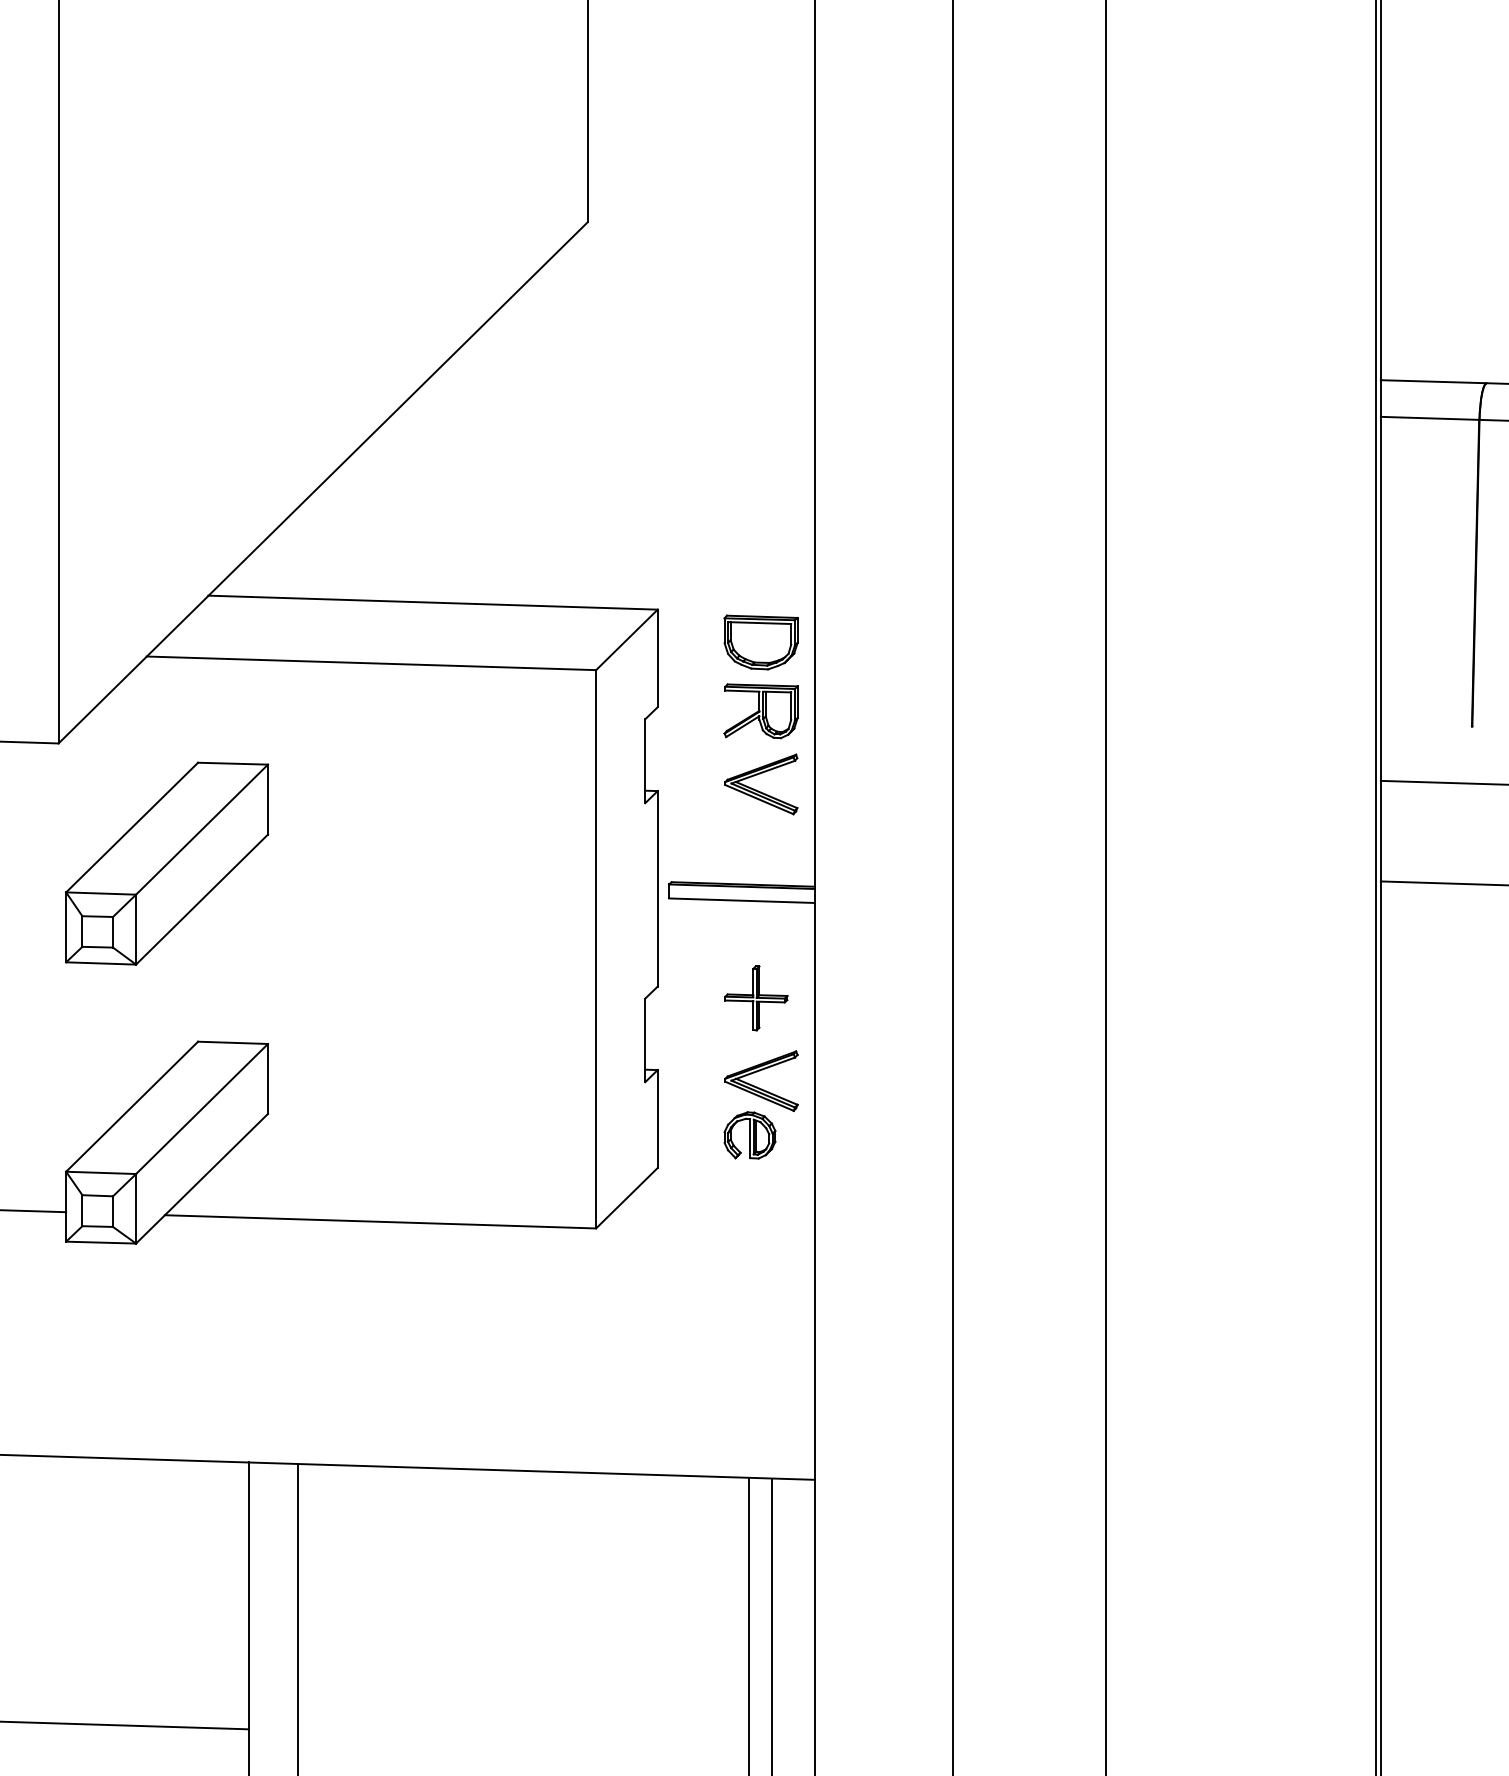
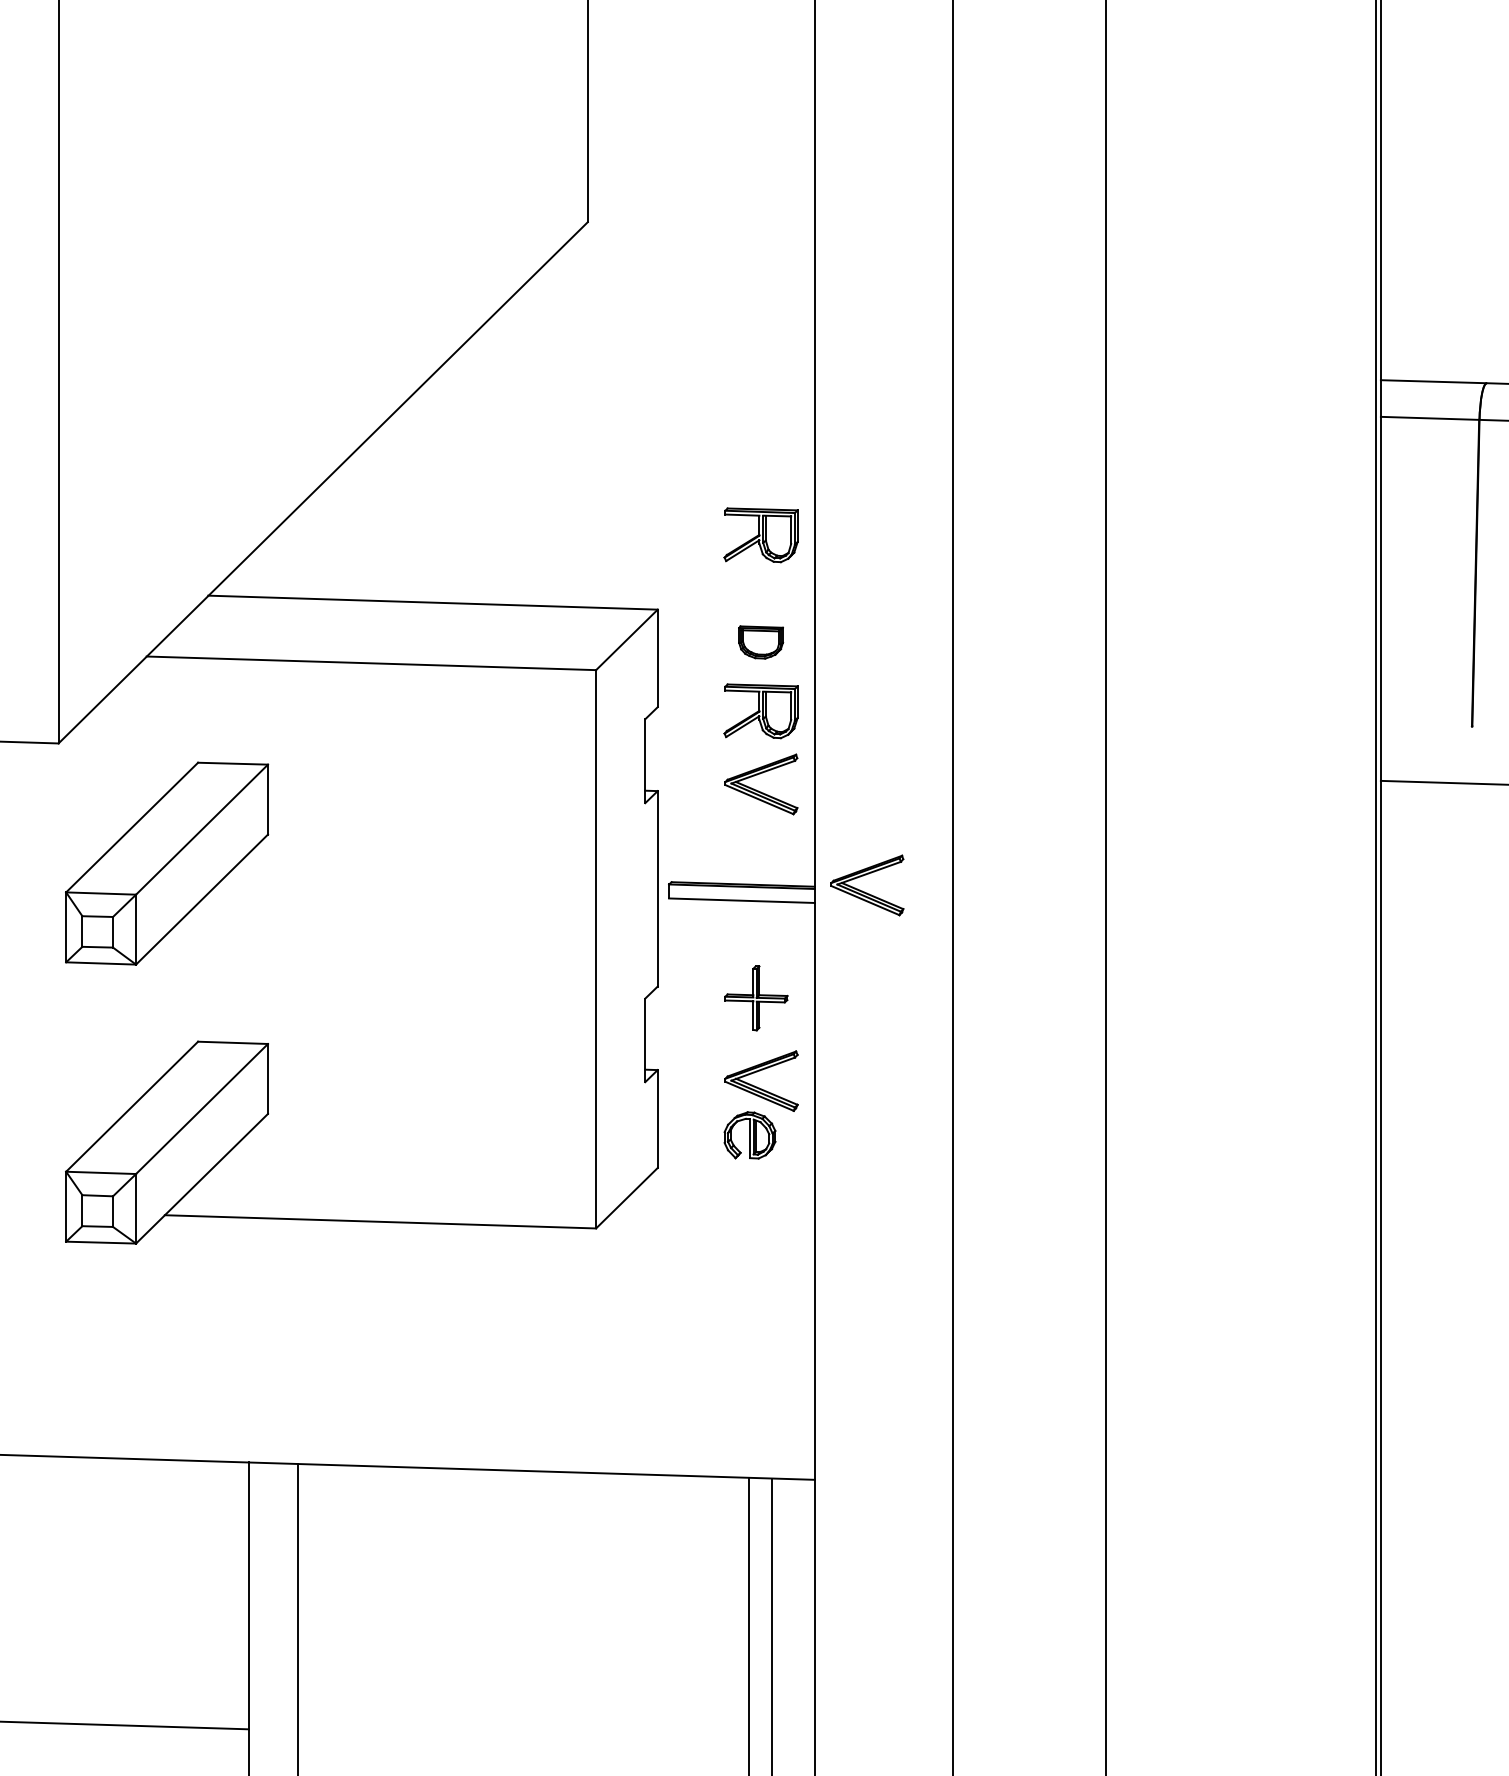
part at (760, 535): none -> present
part at (760, 642) size: 76x57 px -> 47x35 px
line at (1442, 883): present -> none
part at (864, 891): none -> present
line at (34, 1211): present -> none
